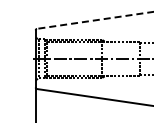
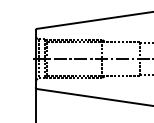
line at (95, 20): dashed -> solid
